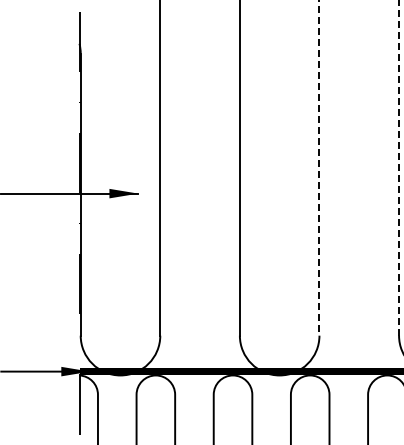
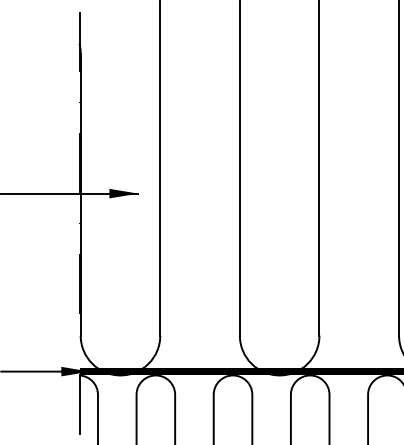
line at (319, 168): dashed -> solid
line at (399, 168): dashed -> solid
